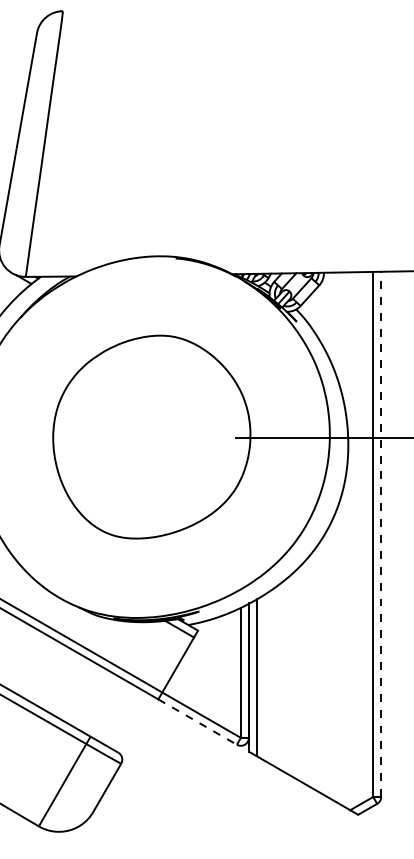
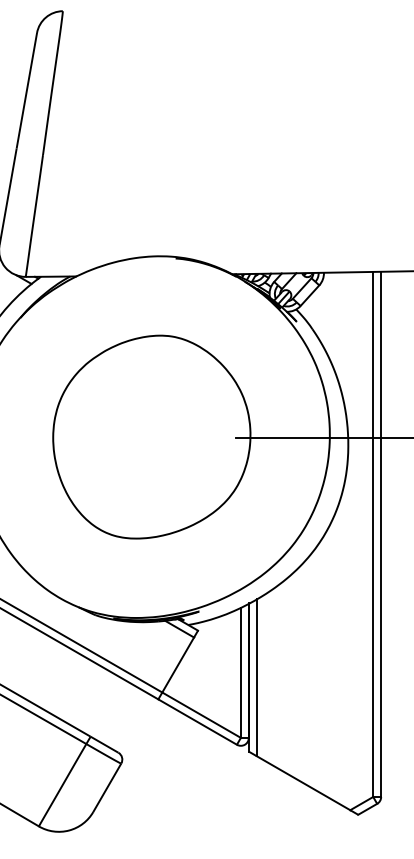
line at (381, 534): dashed -> solid
line at (198, 722): dashed -> solid
